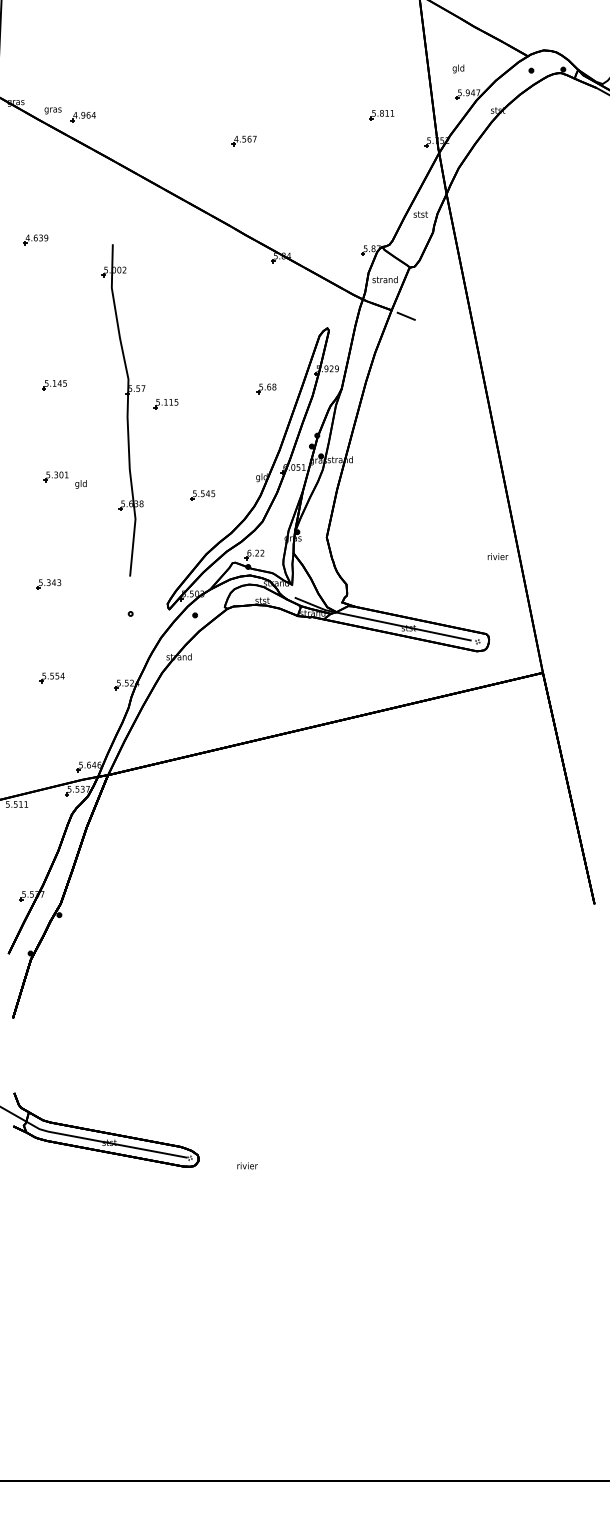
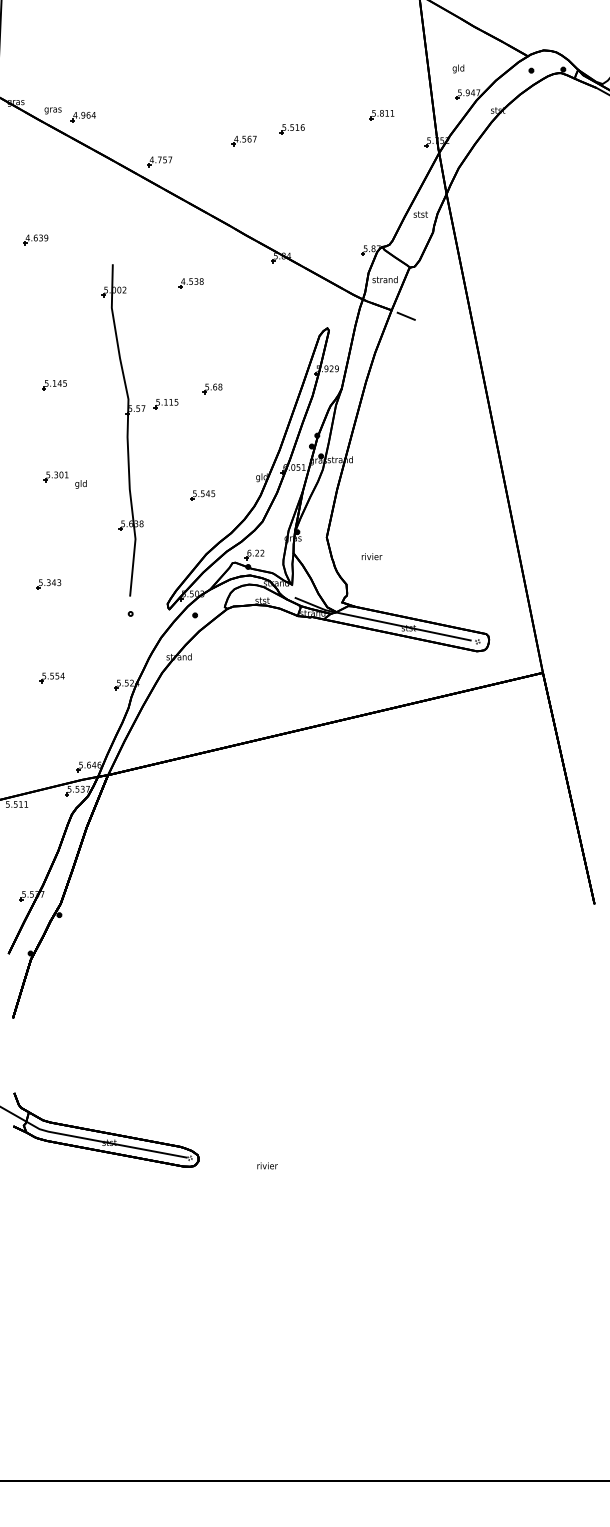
part at (291, 129): none -> present
part at (159, 161): none -> present
part at (190, 283): none -> present
part at (266, 388) position: (266, 388) -> (212, 388)
part at (123, 410) position: (123, 410) -> (123, 430)
text at (497, 556) position: (497, 556) -> (371, 556)
text at (247, 1165) position: (247, 1165) -> (267, 1165)
